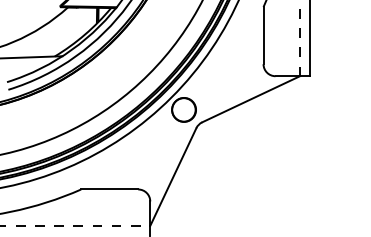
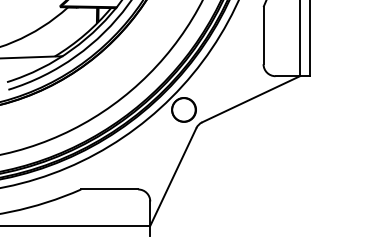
line at (300, 38): dashed -> solid
line at (75, 225): dashed -> solid
